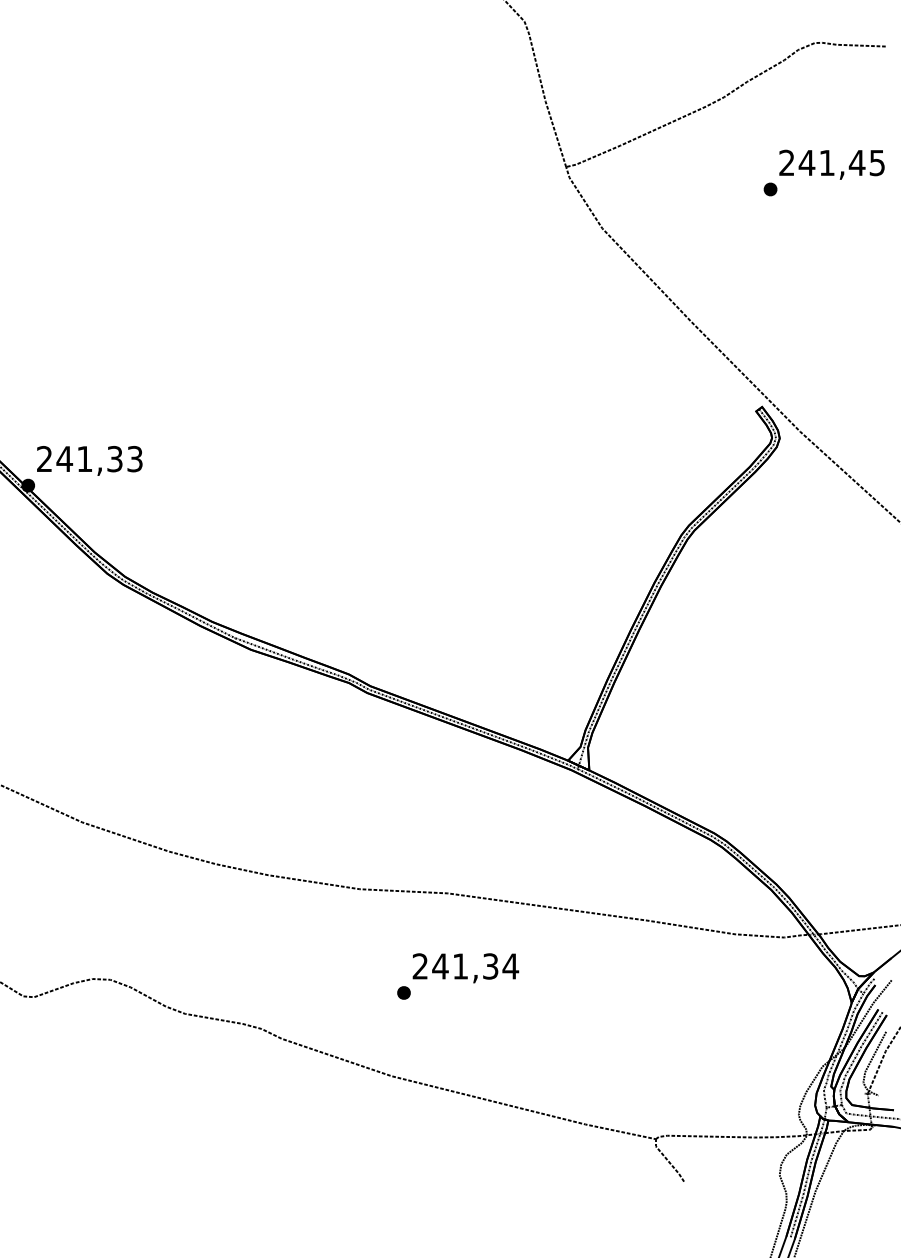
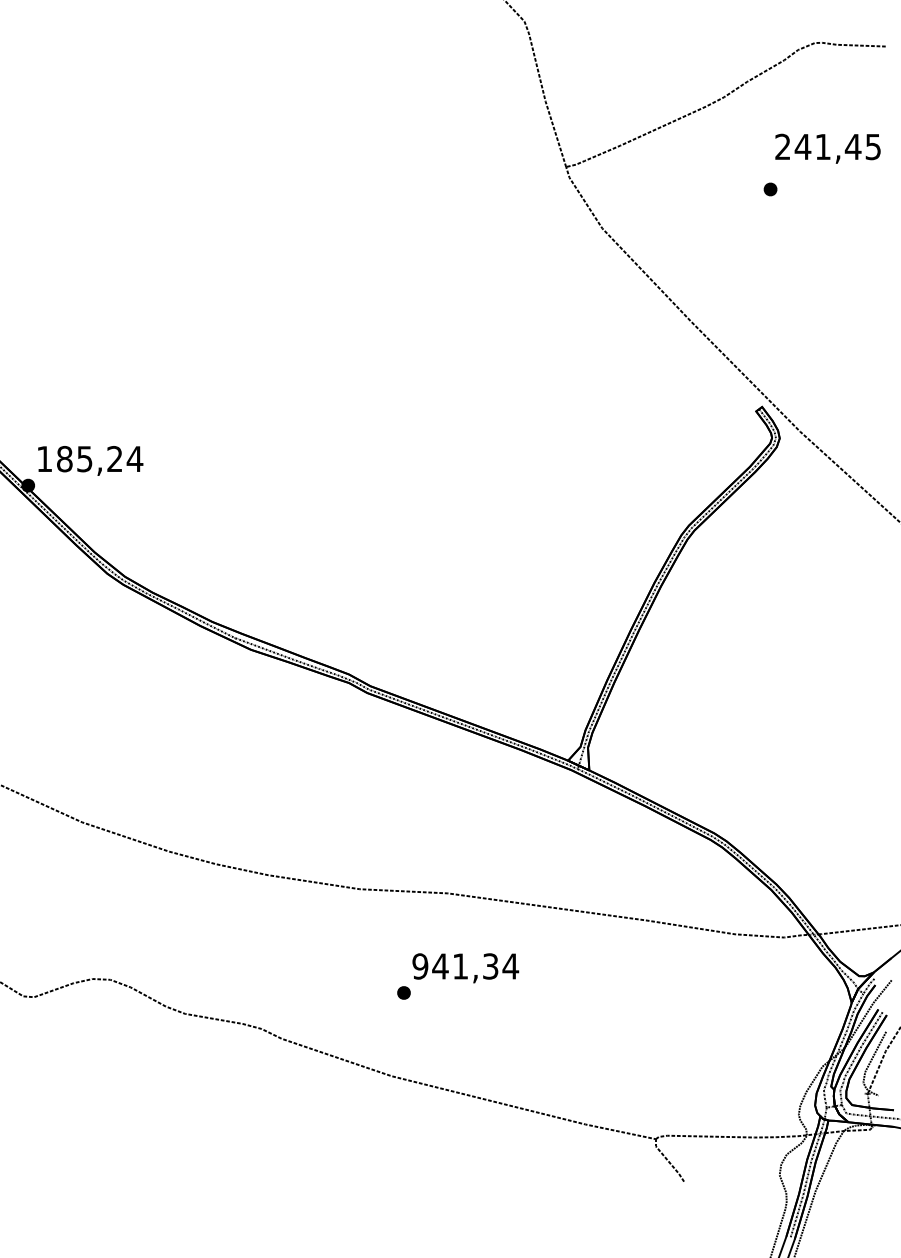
text at (831, 164) position: (831, 164) -> (827, 148)
text at (90, 458): 241,33 -> 185,24
text at (420, 966): 241,34 -> 941,34
